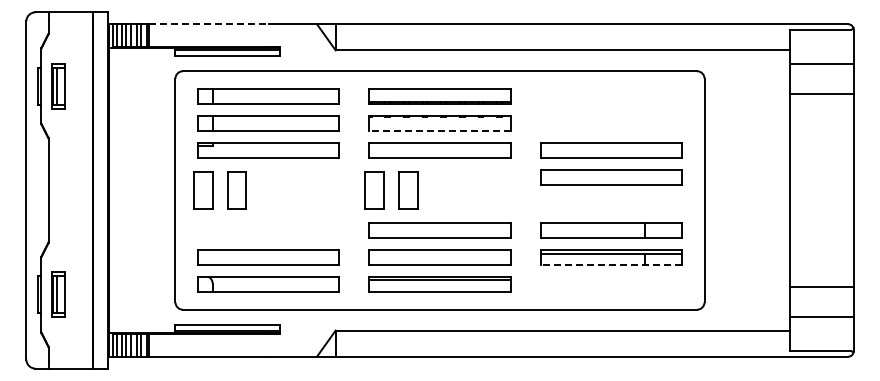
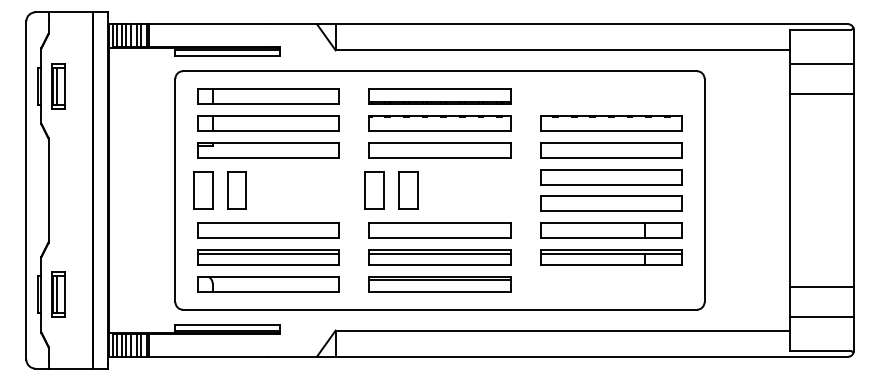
line at (209, 24): dashed -> solid
part at (611, 123): none -> present
line at (440, 130): dashed -> solid
part at (611, 203): none -> present
part at (268, 230): none -> present
line at (268, 253): none -> present
line at (439, 253): none -> present
line at (611, 265): dashed -> solid
